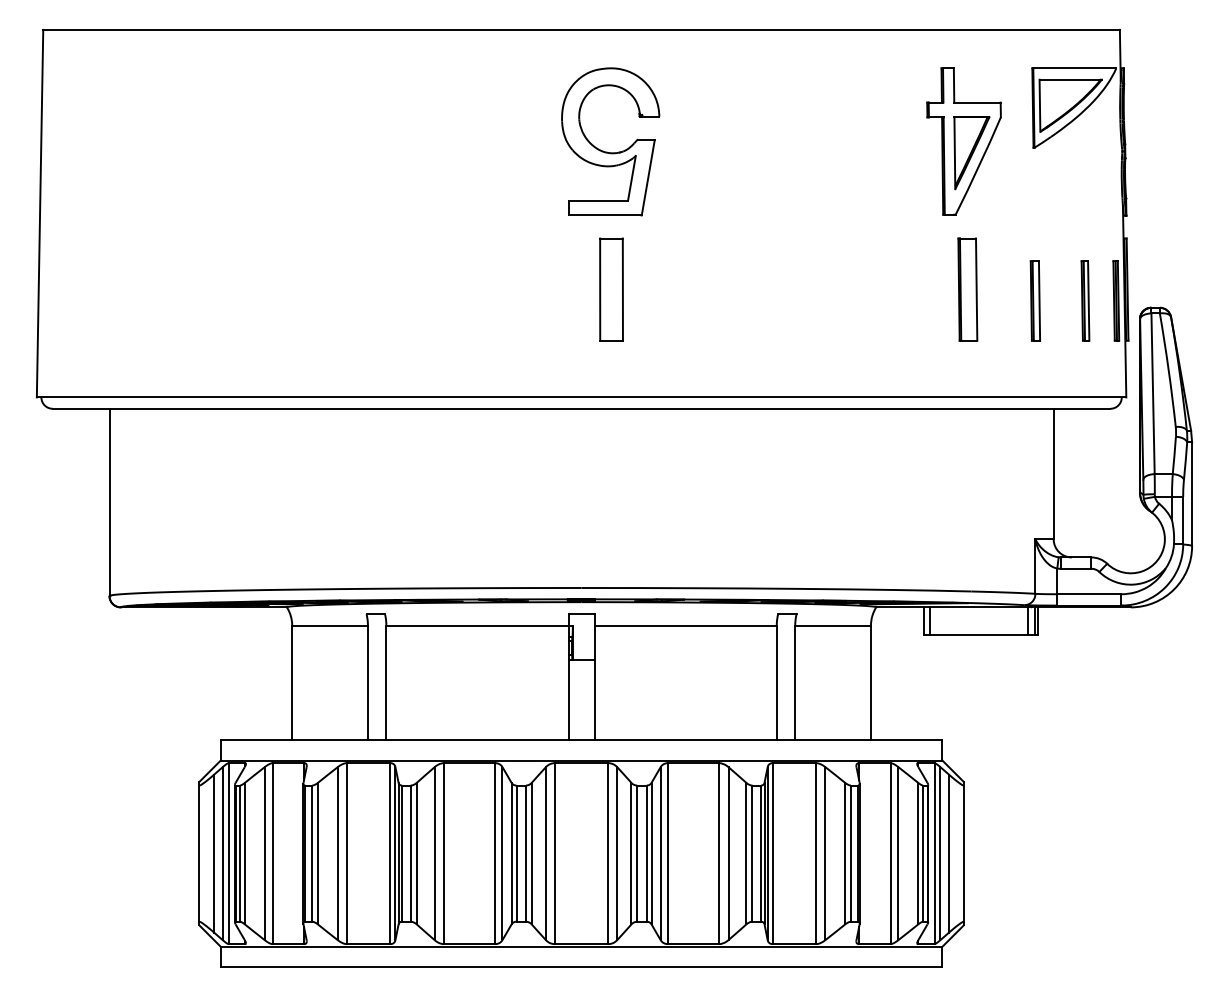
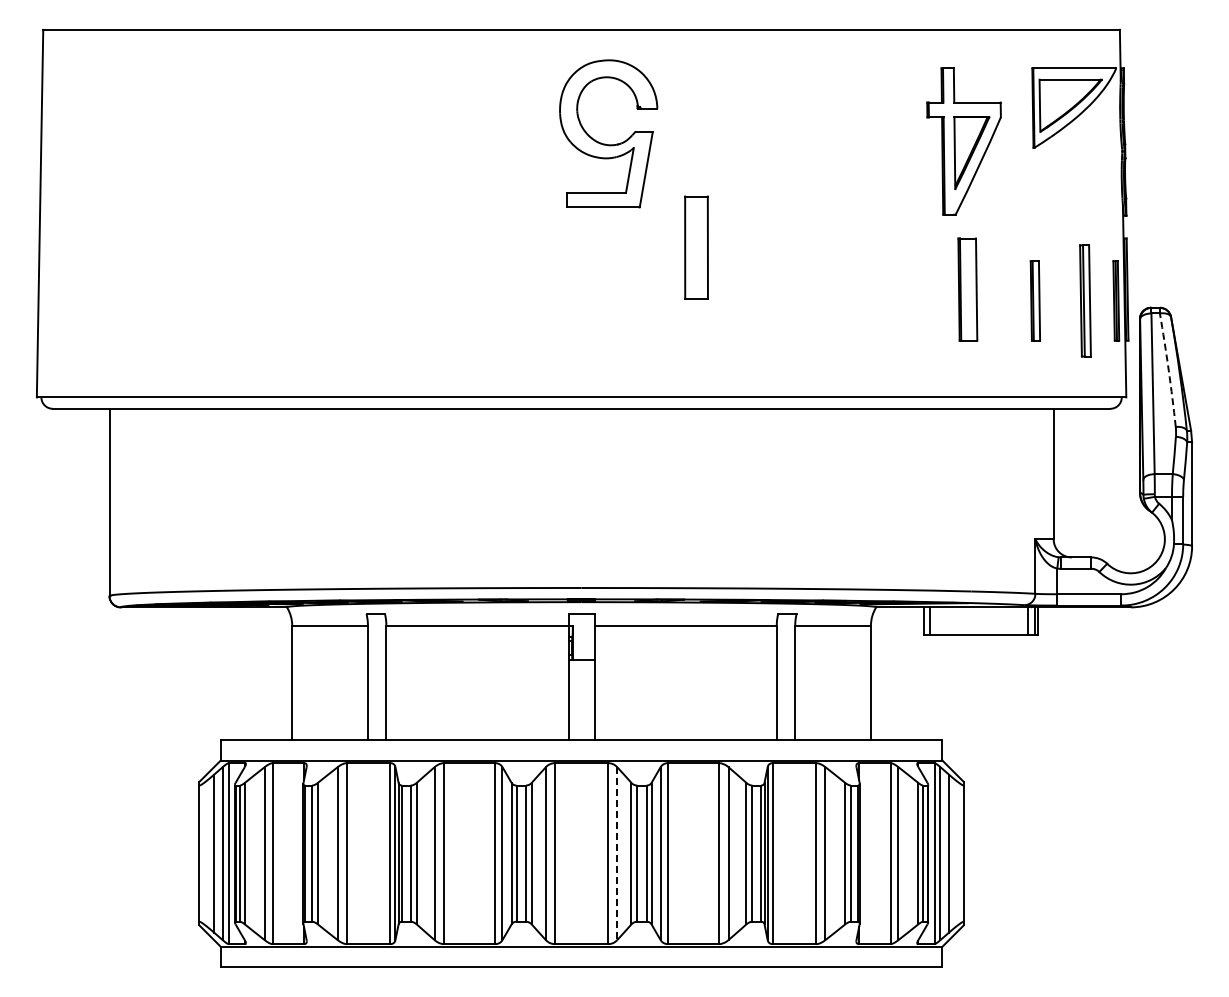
part at (607, 151) position: (607, 151) -> (605, 143)
part at (611, 289) position: (611, 289) -> (696, 247)
part at (1085, 300) size: 11x82 px -> 13x114 px
arc at (1168, 370): solid -> dashed
line at (617, 854): solid -> dashed
